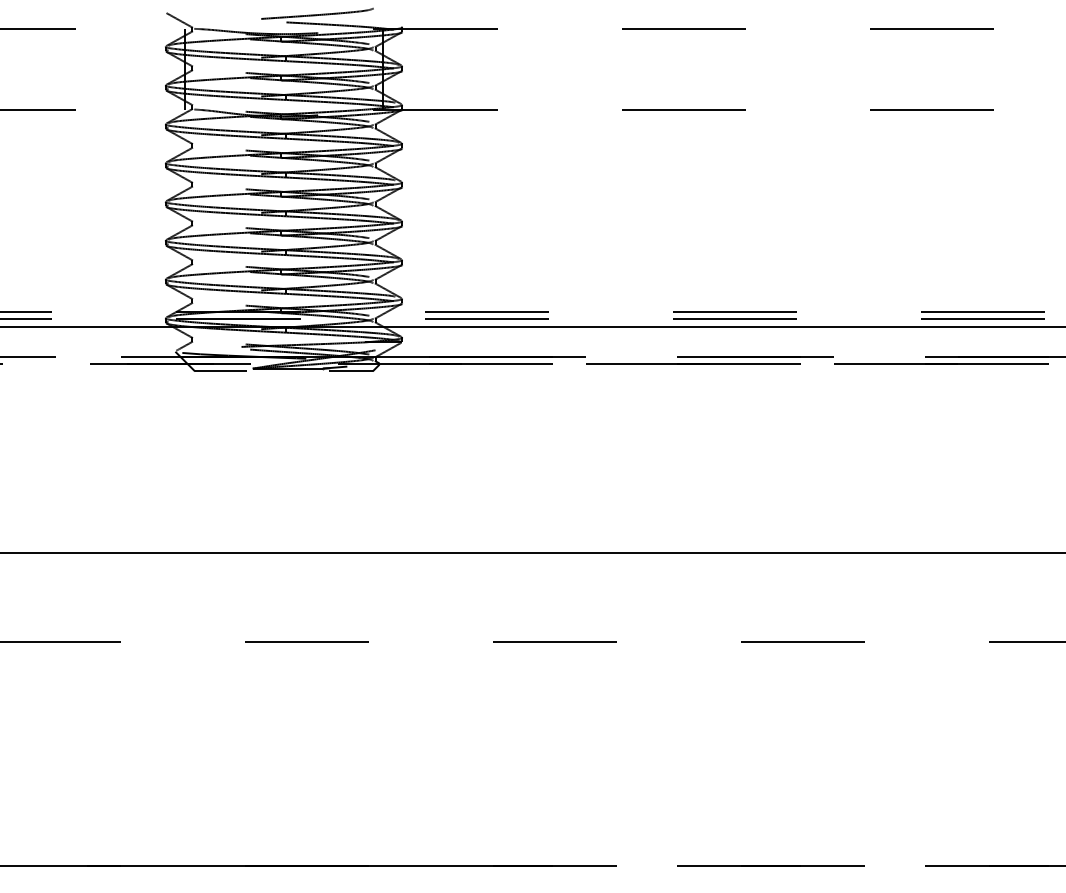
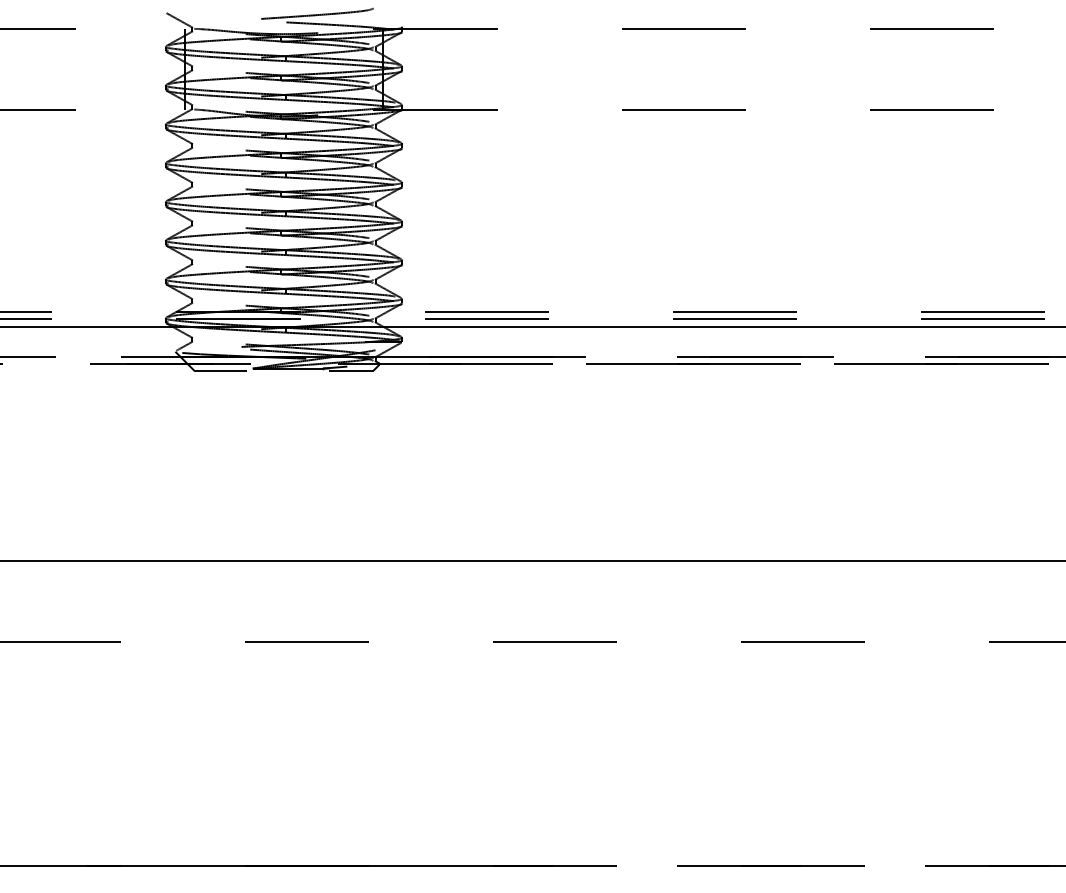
line at (532, 553) position: (532, 553) -> (532, 561)
